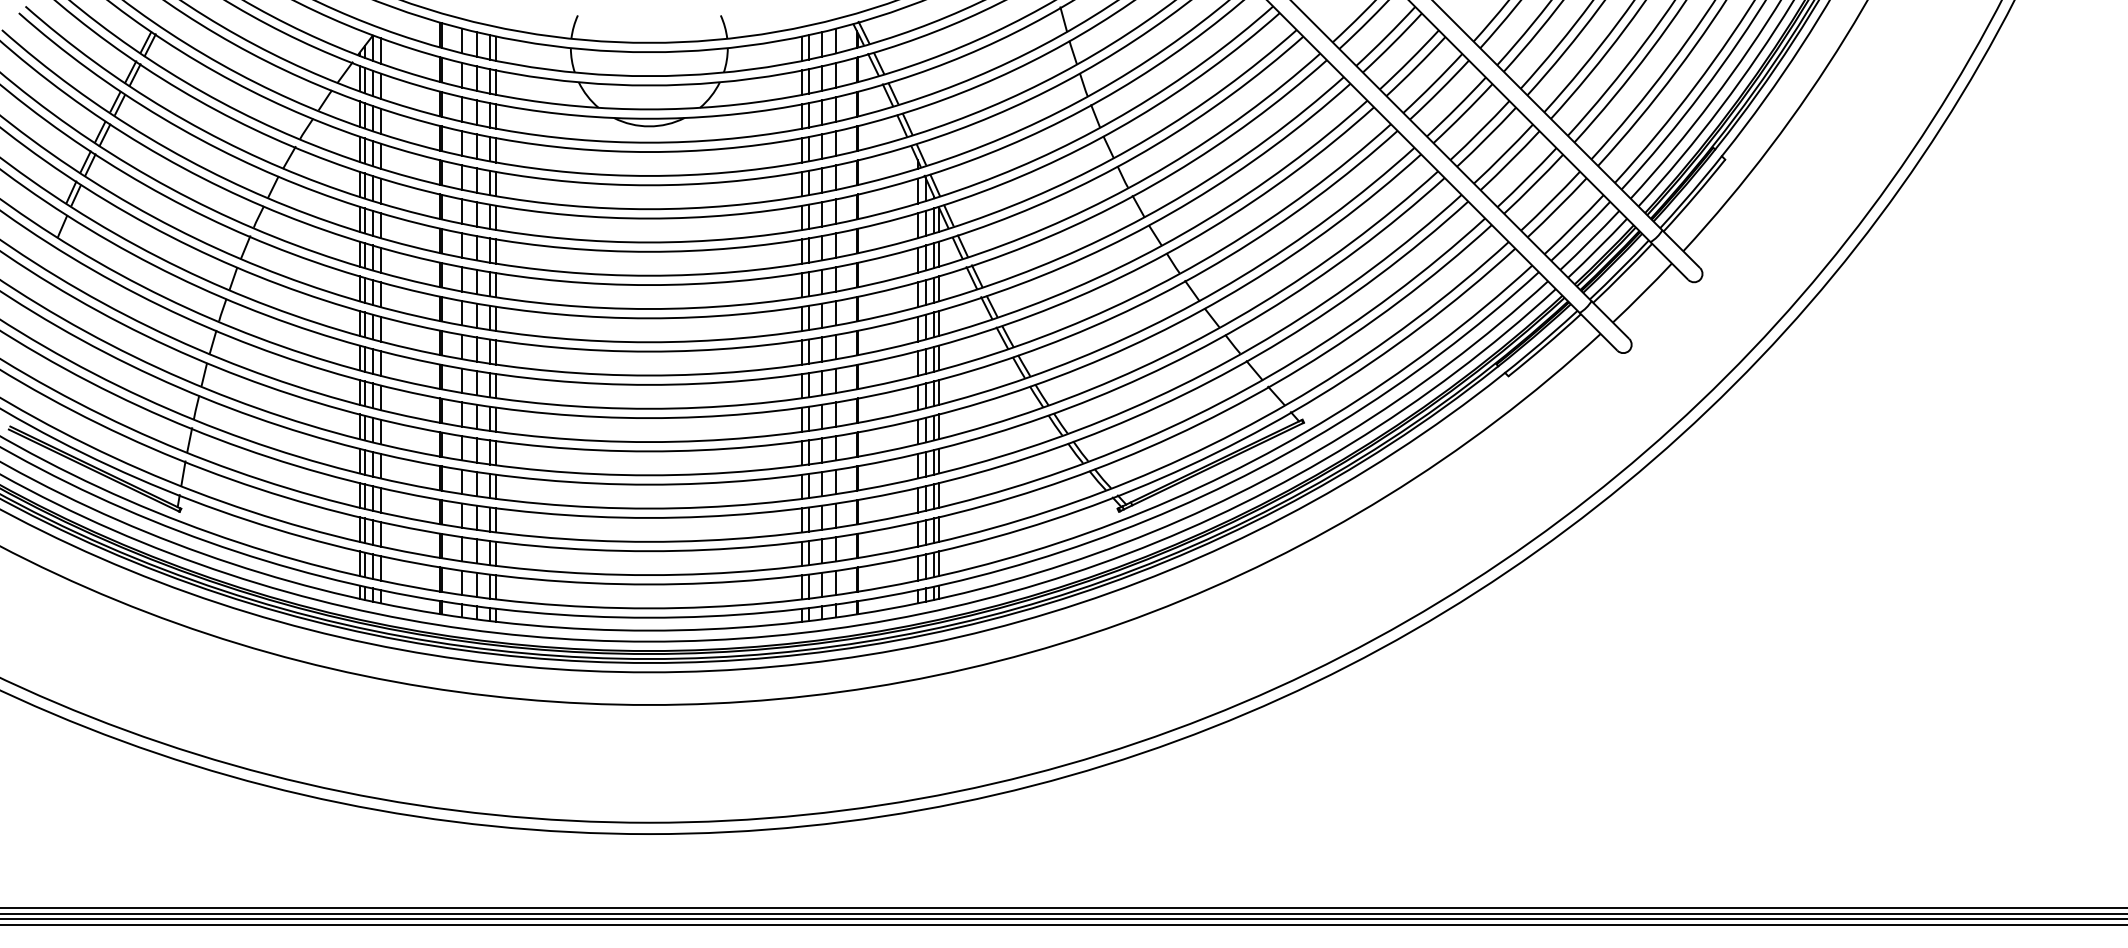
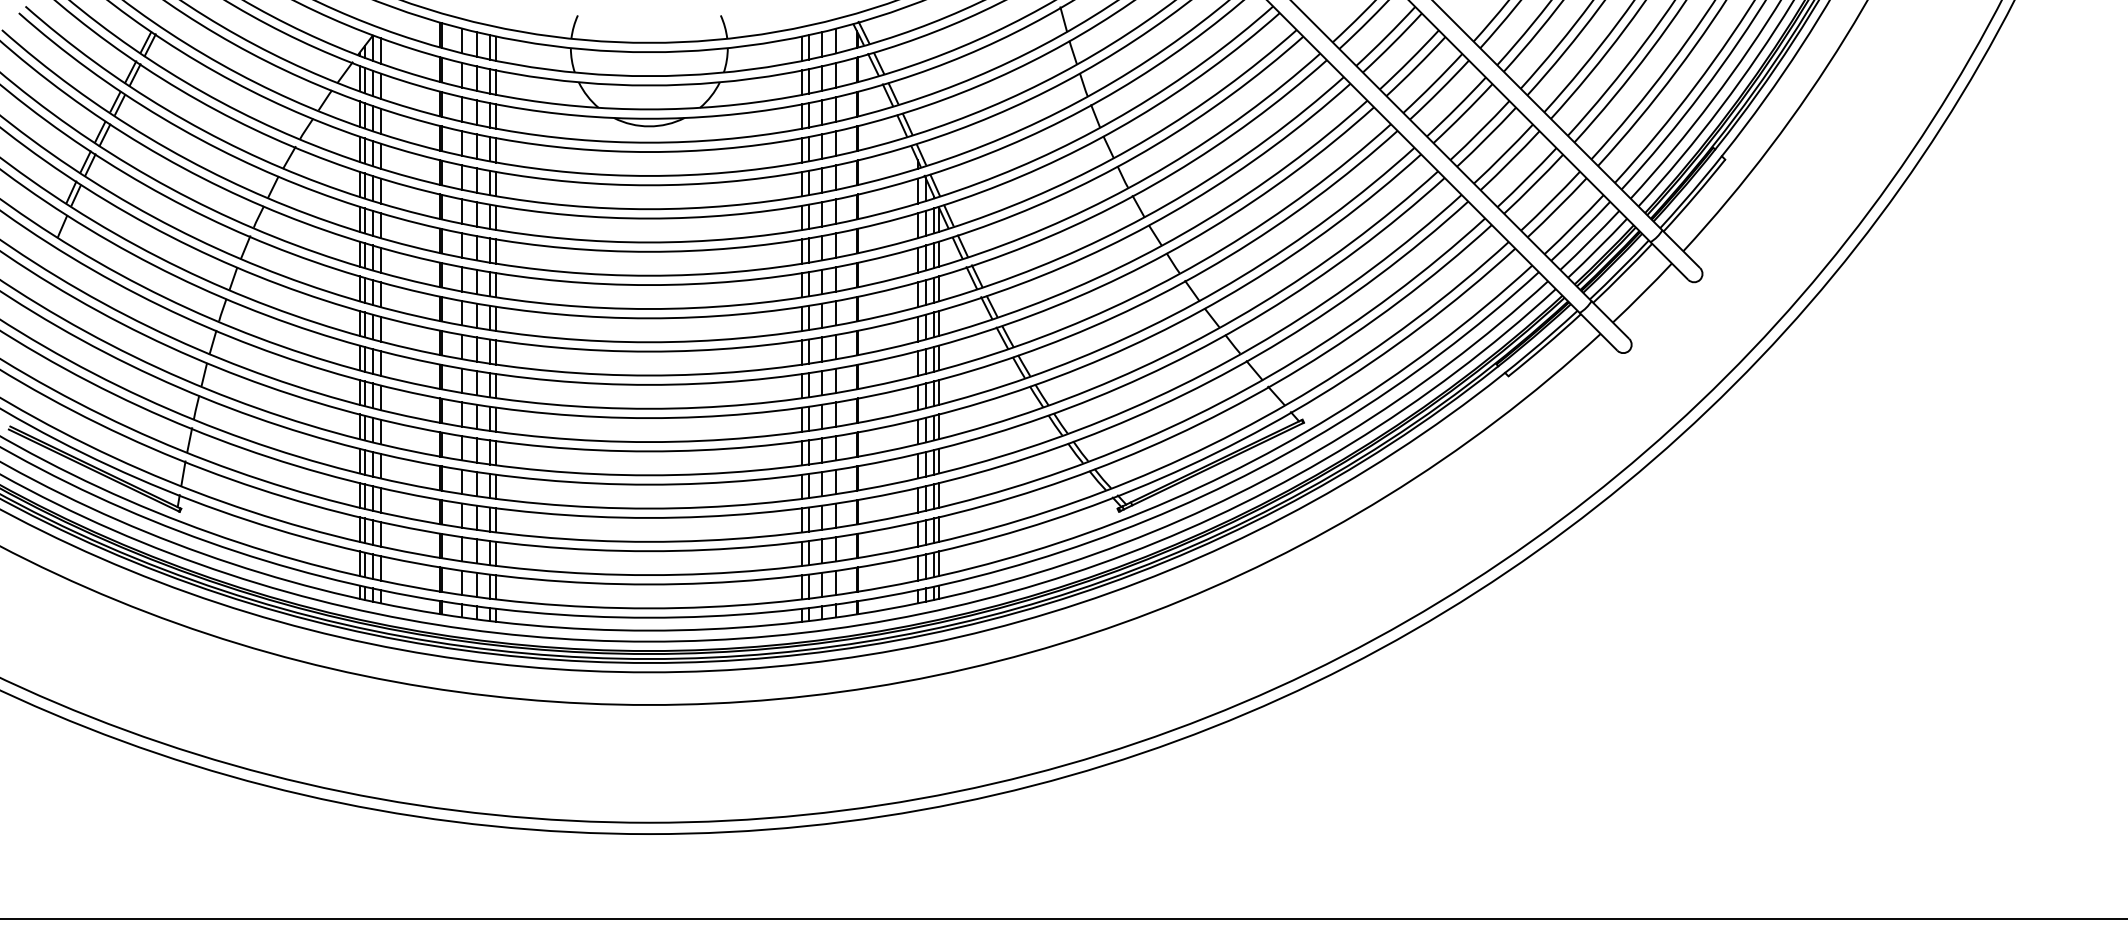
line at (1063, 907): present -> none
line at (1063, 914): present -> none
line at (1063, 924): present -> none
